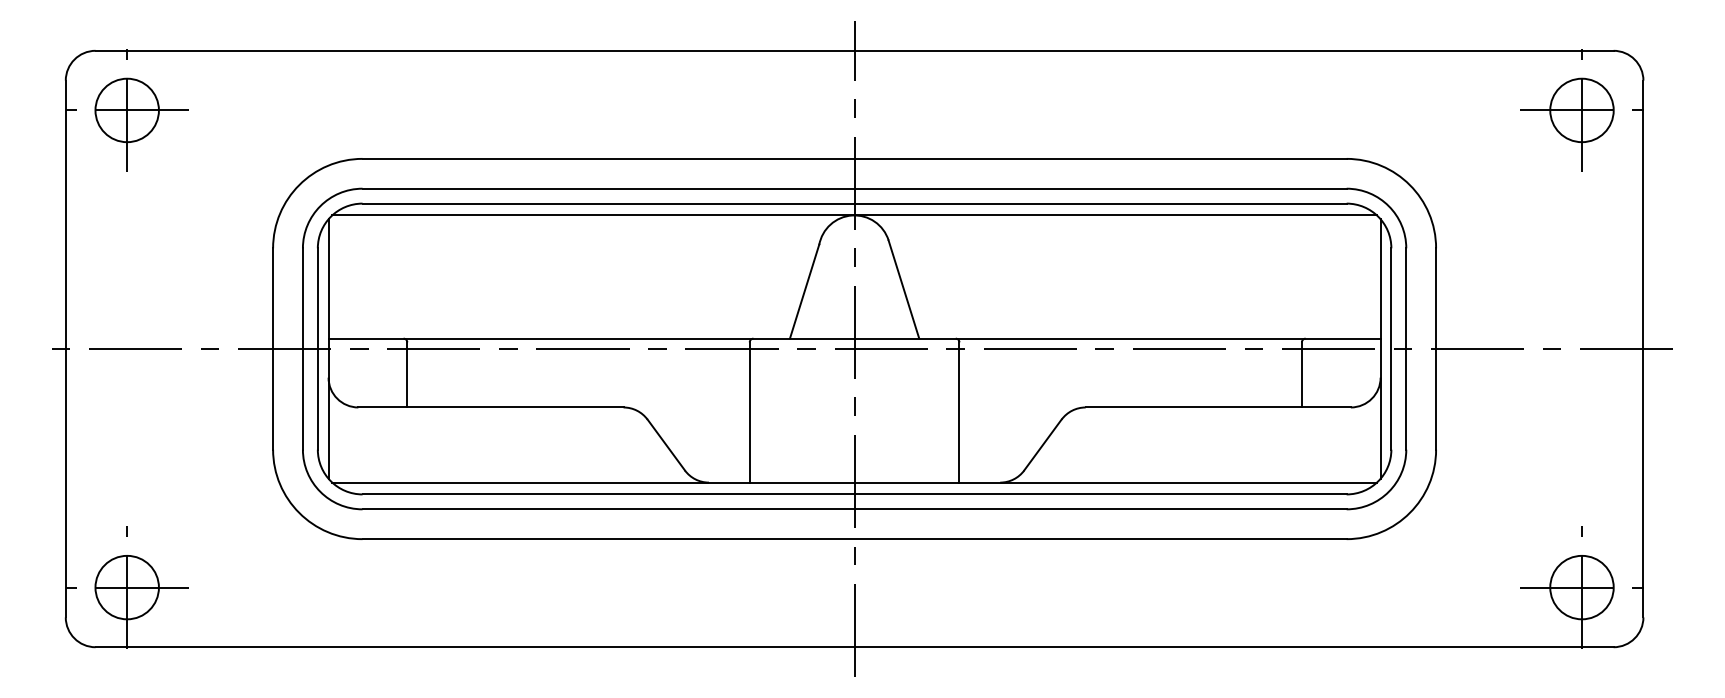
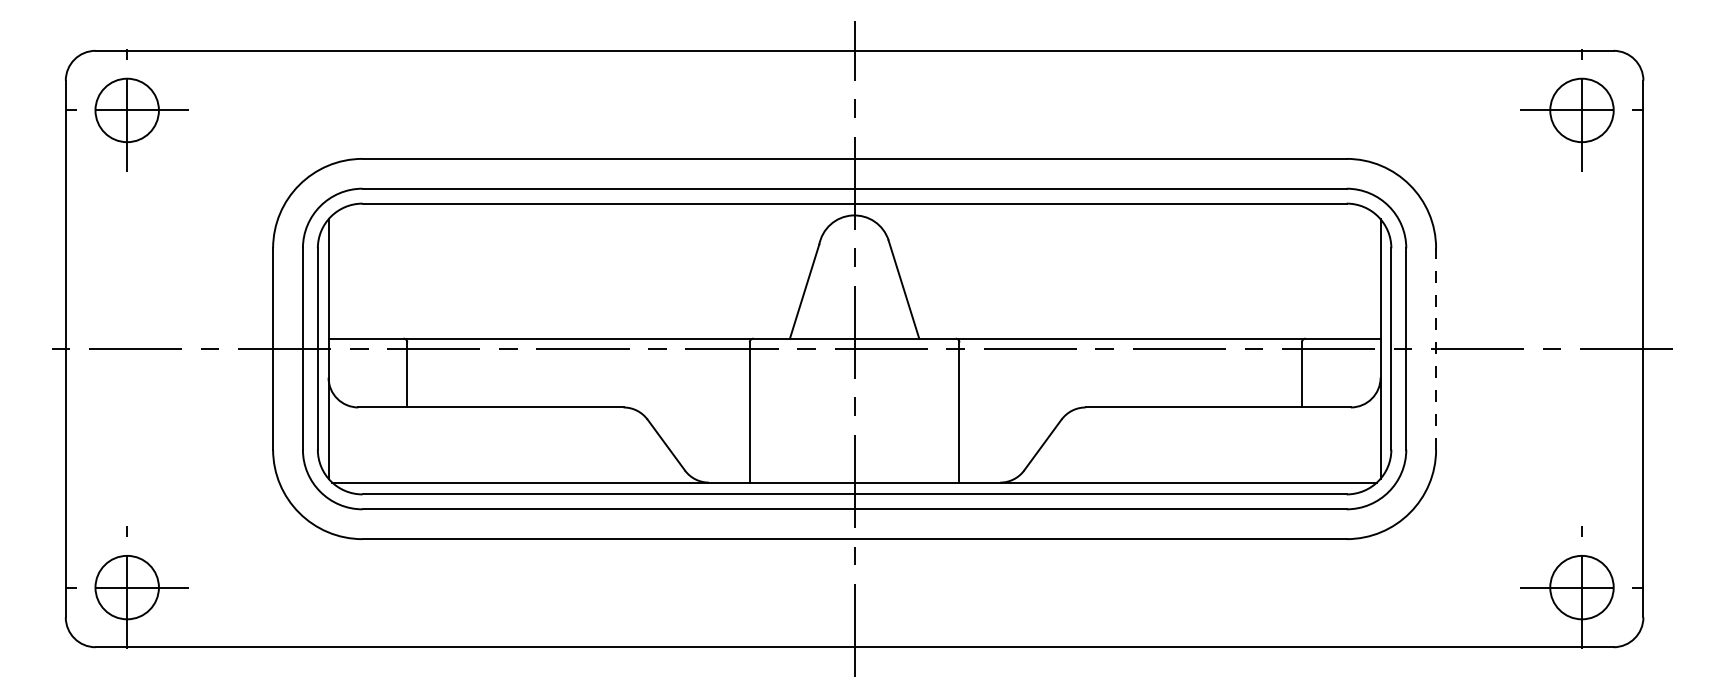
line at (854, 215): present -> none
line at (1436, 349): solid -> dashed
